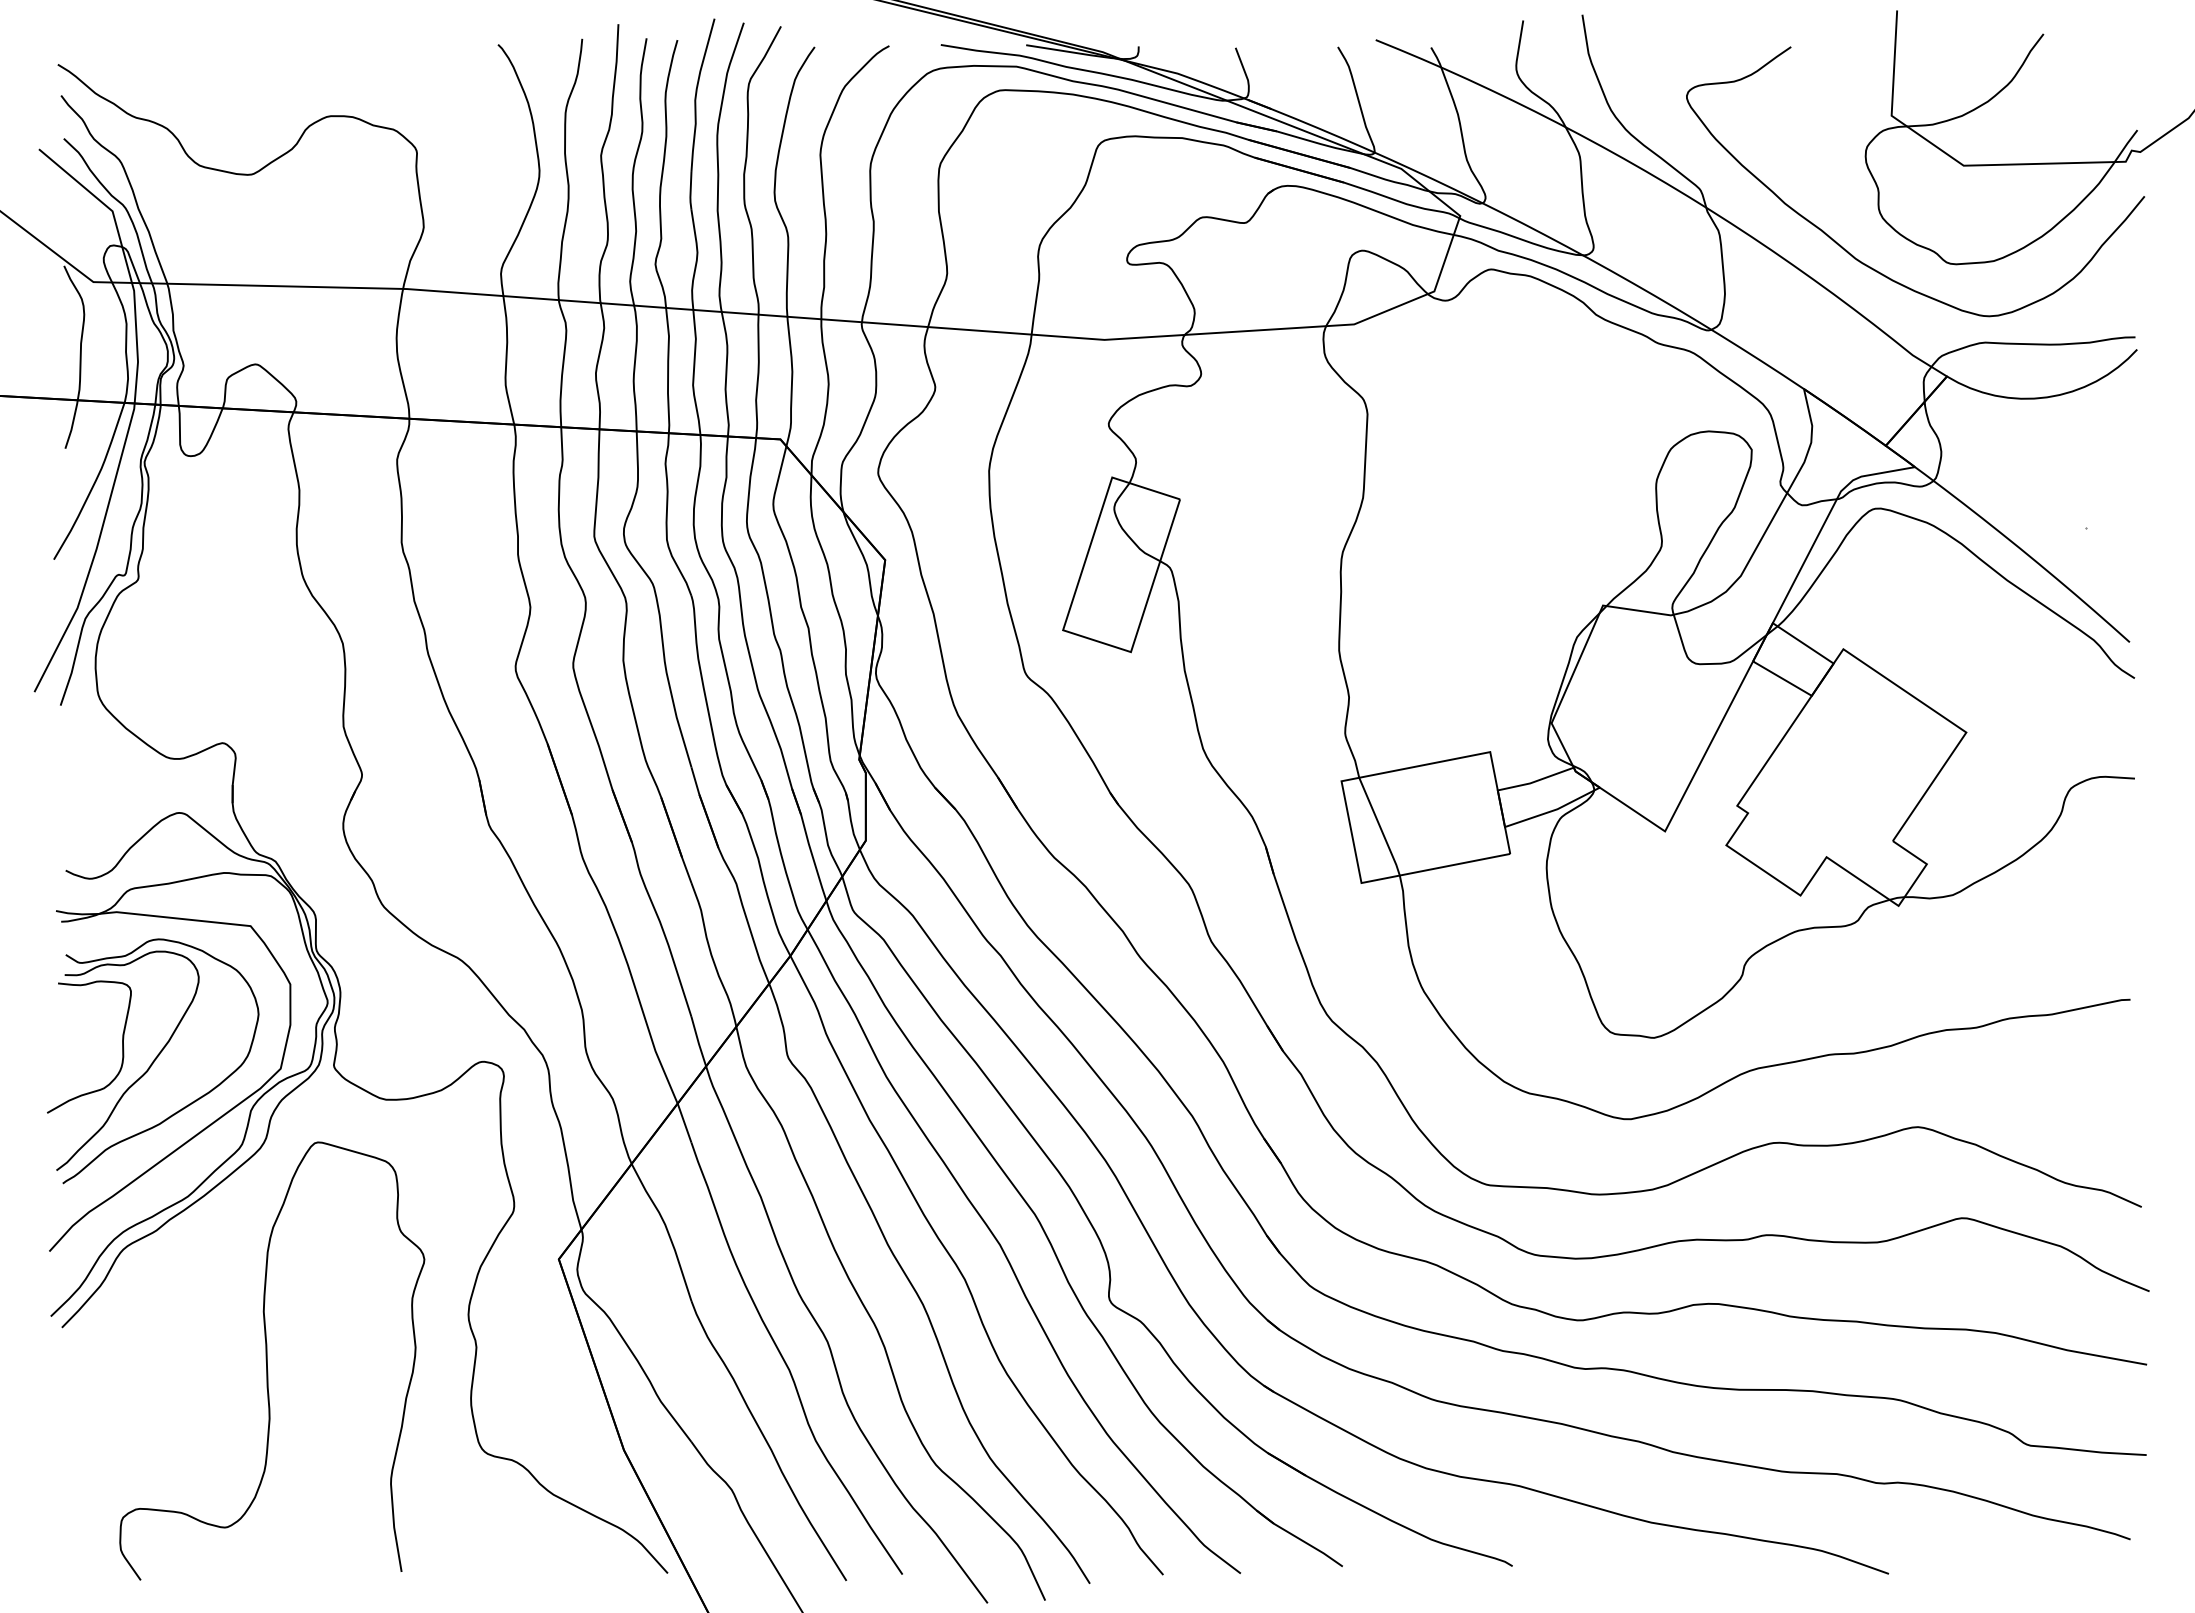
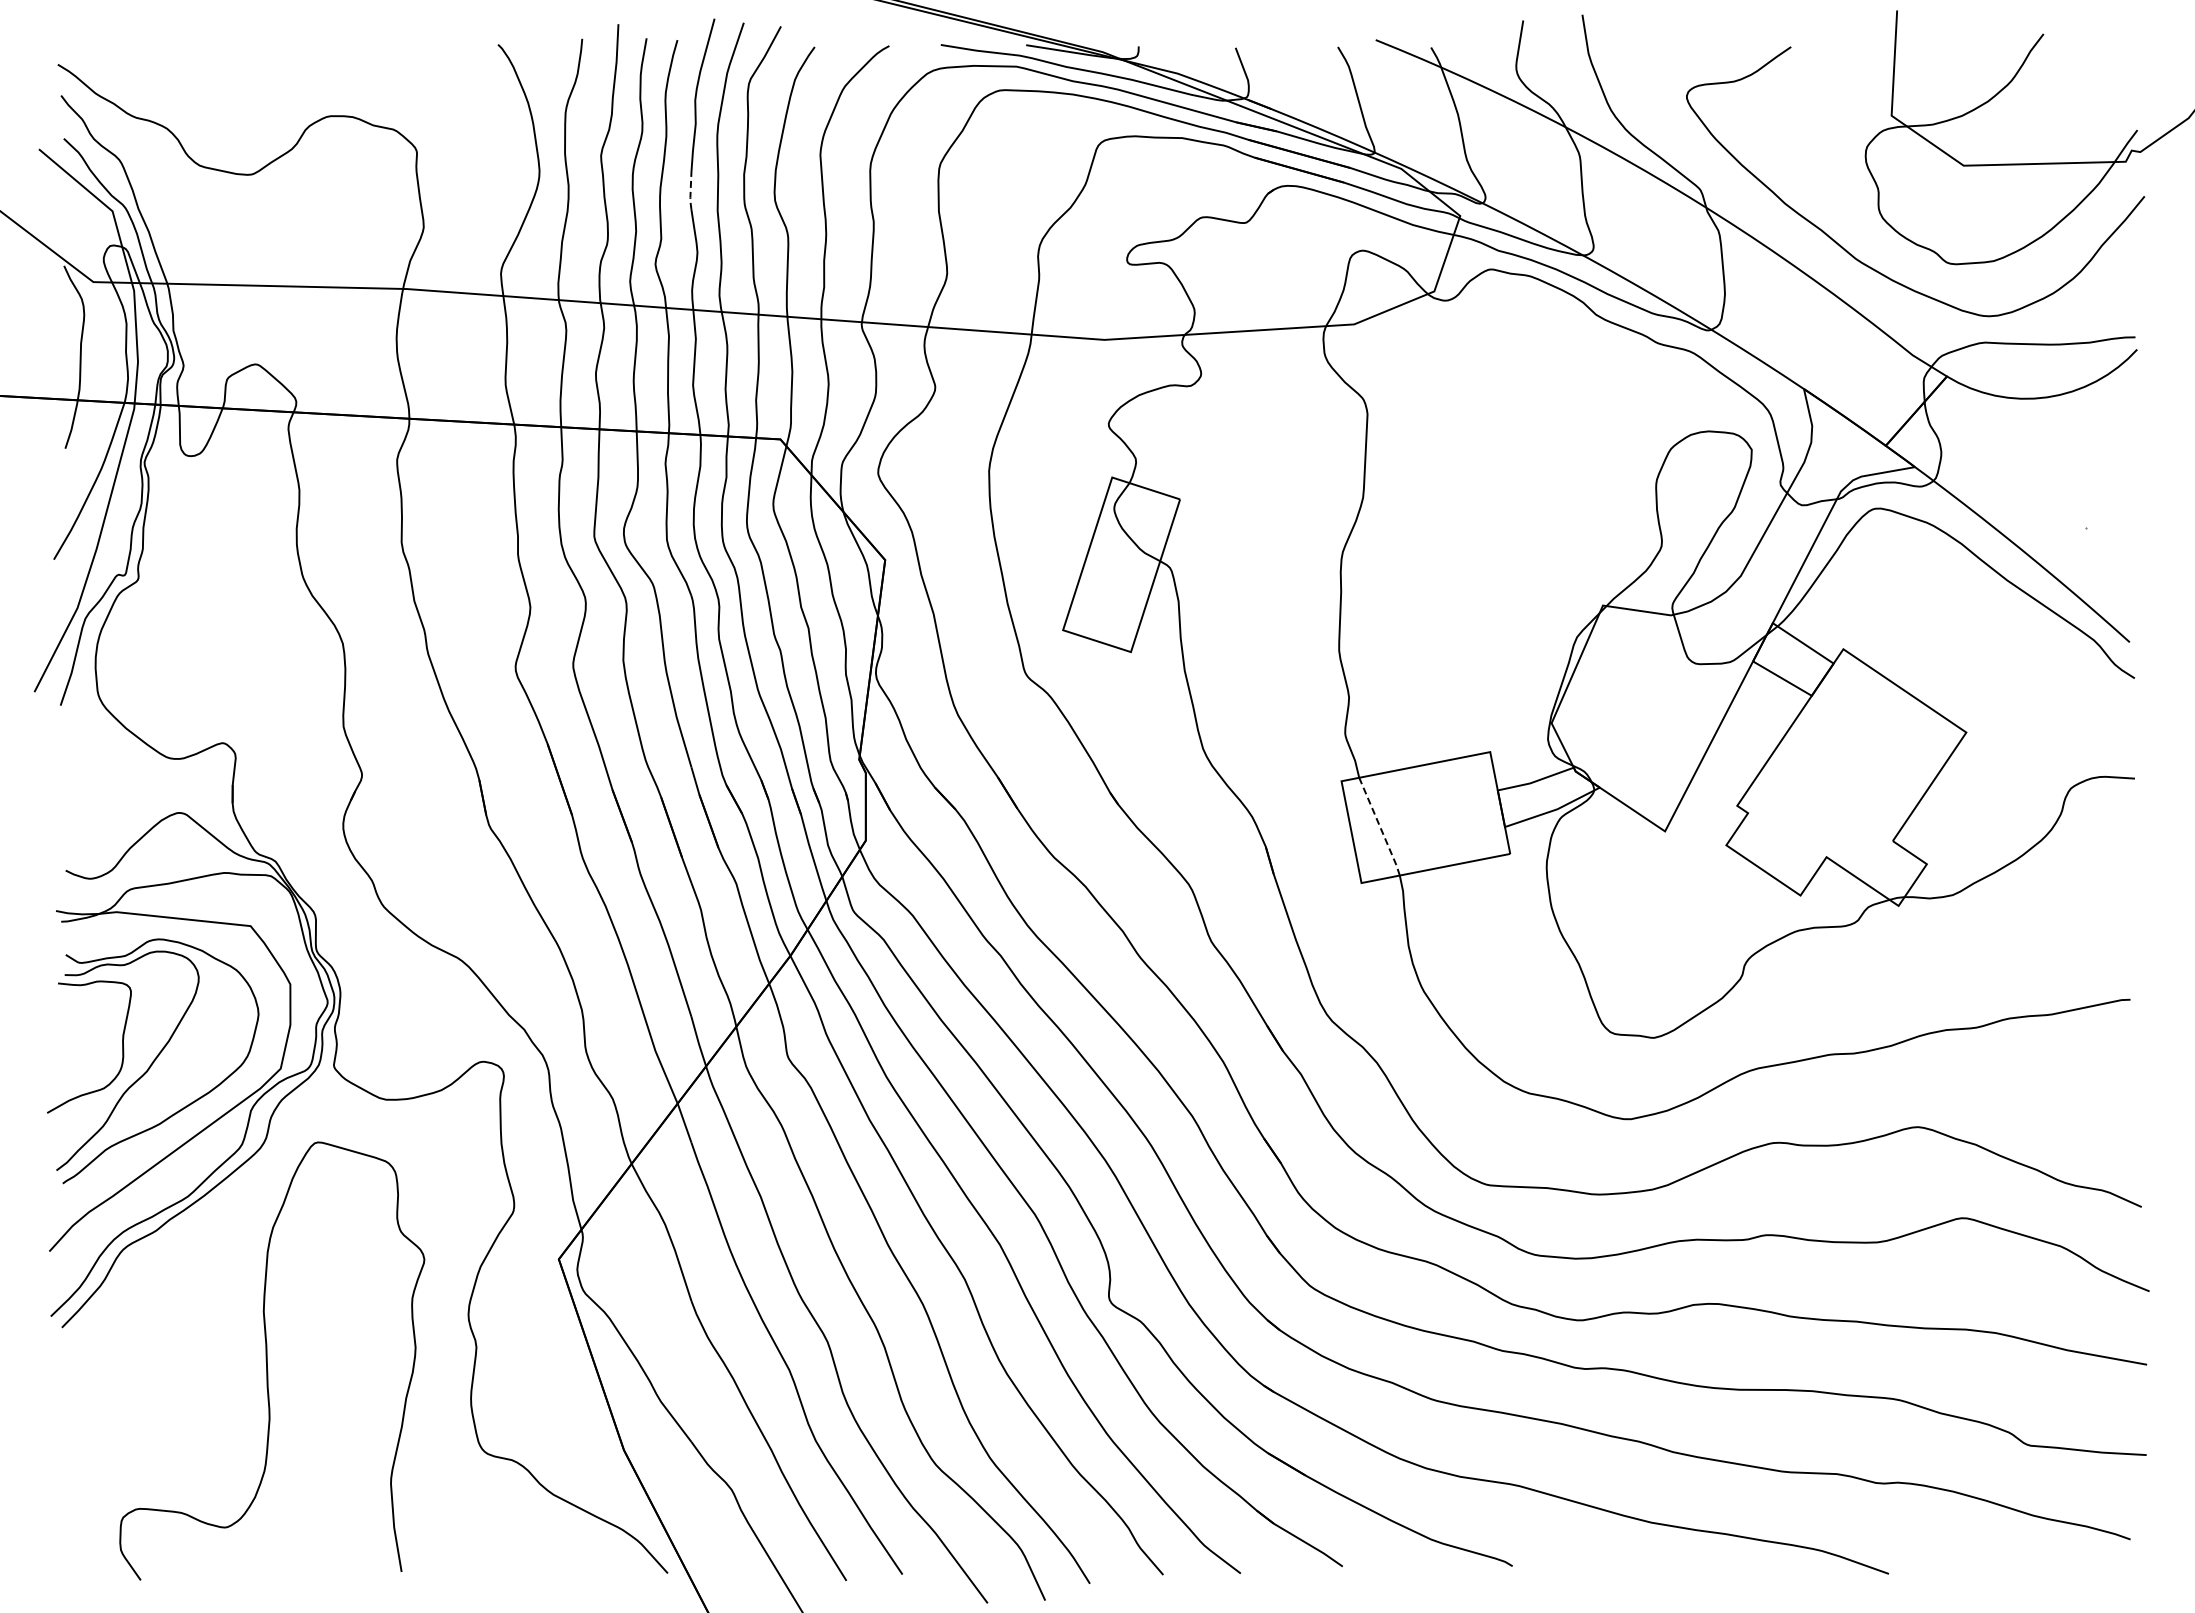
line at (690, 191): solid -> dashed
line at (1380, 827): solid -> dashed
